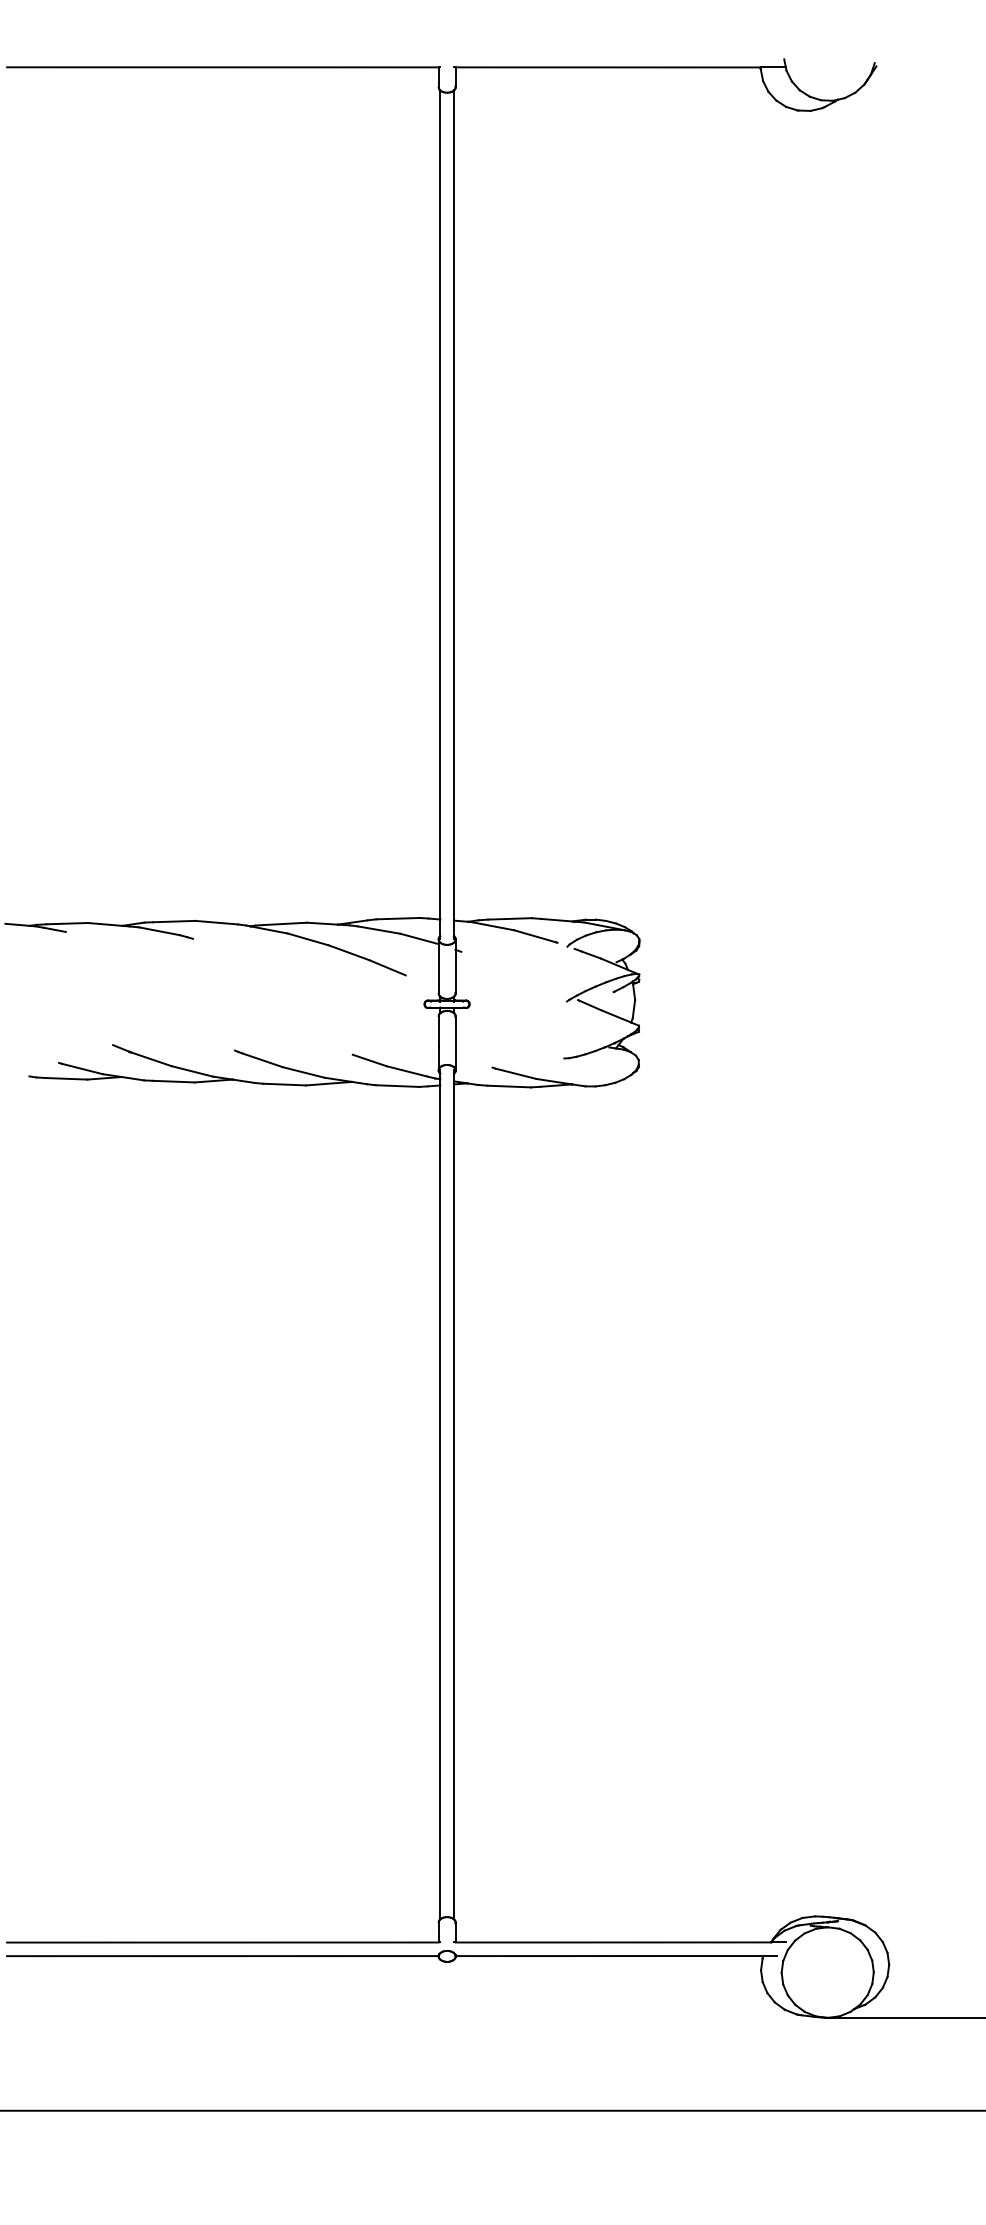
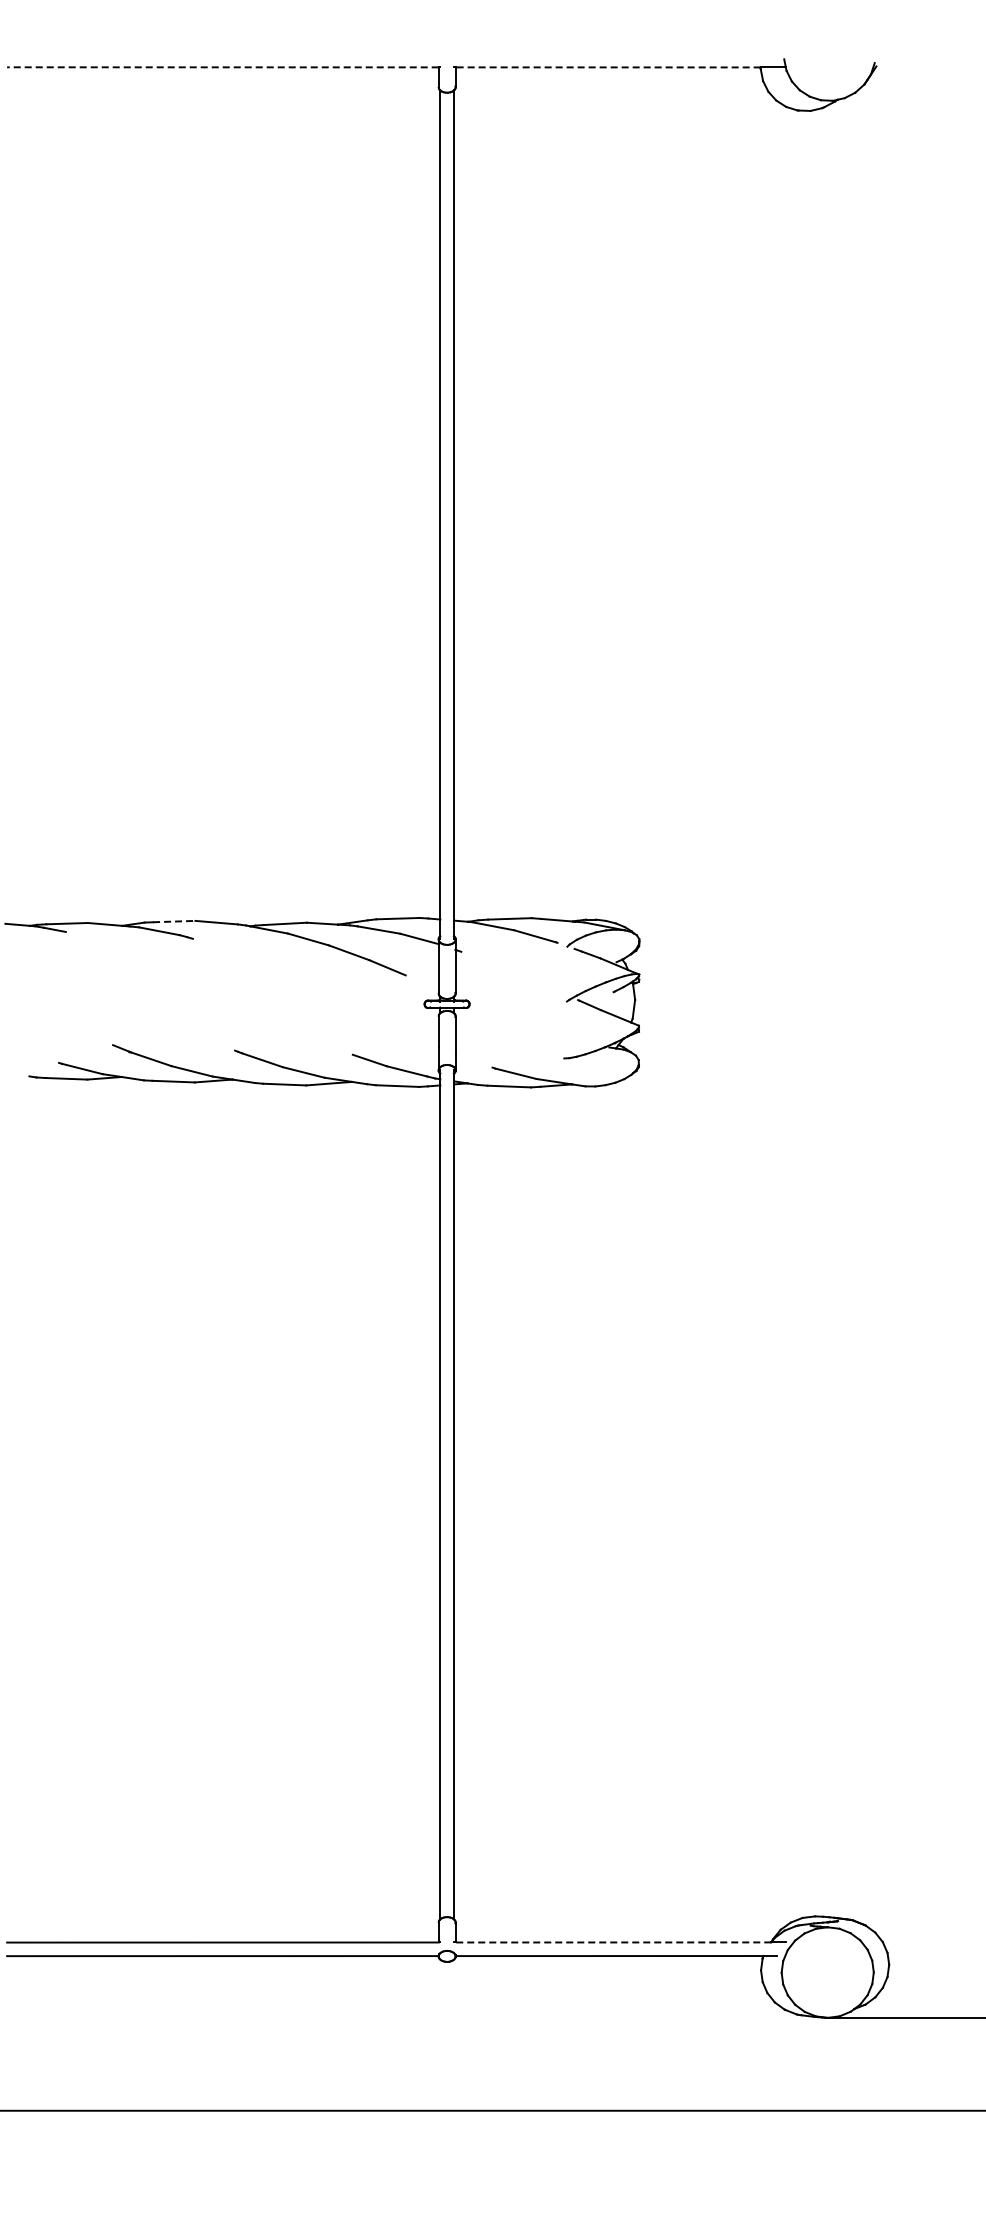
line at (222, 67): solid -> dashed
line at (608, 67): solid -> dashed
line at (174, 921): solid -> dashed
line at (613, 1942): solid -> dashed
